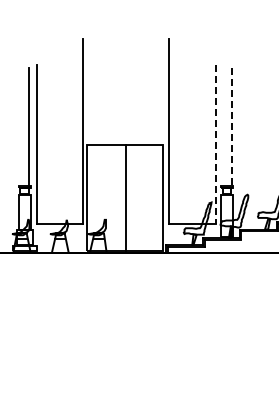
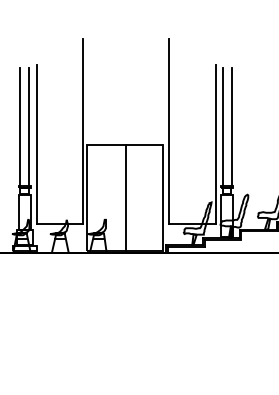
line at (19, 126): none -> present
line at (222, 126): none -> present
line at (231, 127): dashed -> solid
line at (216, 145): dashed -> solid
